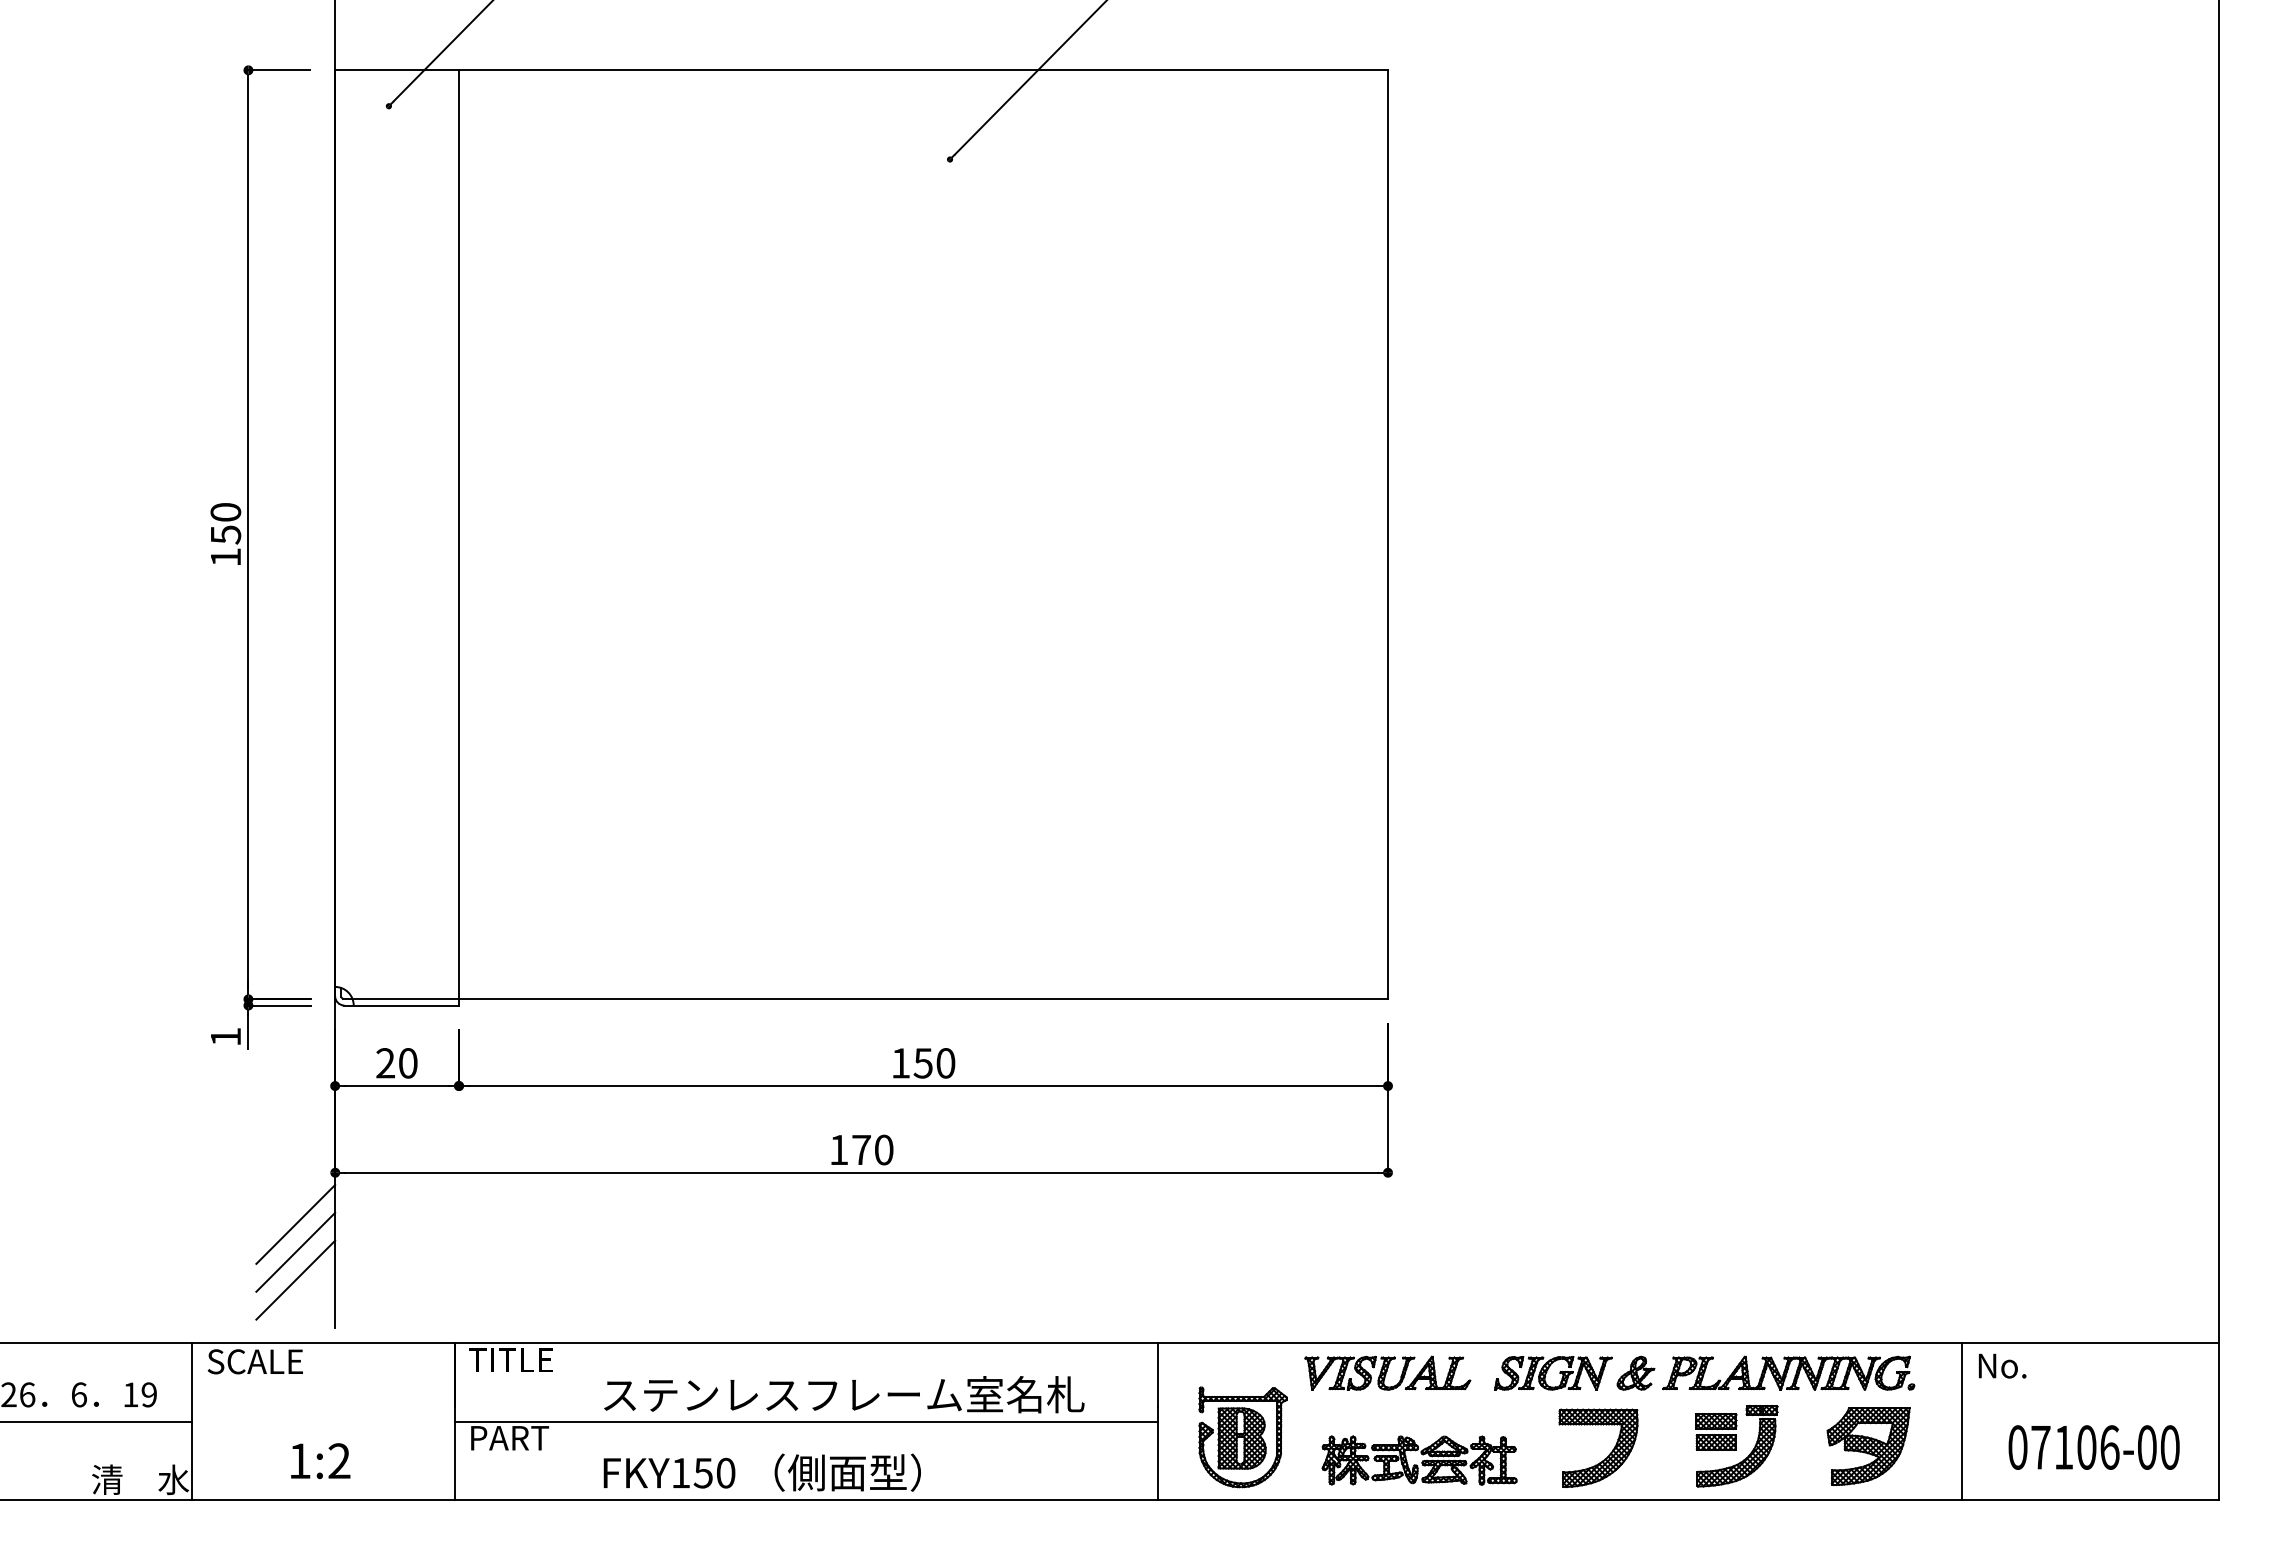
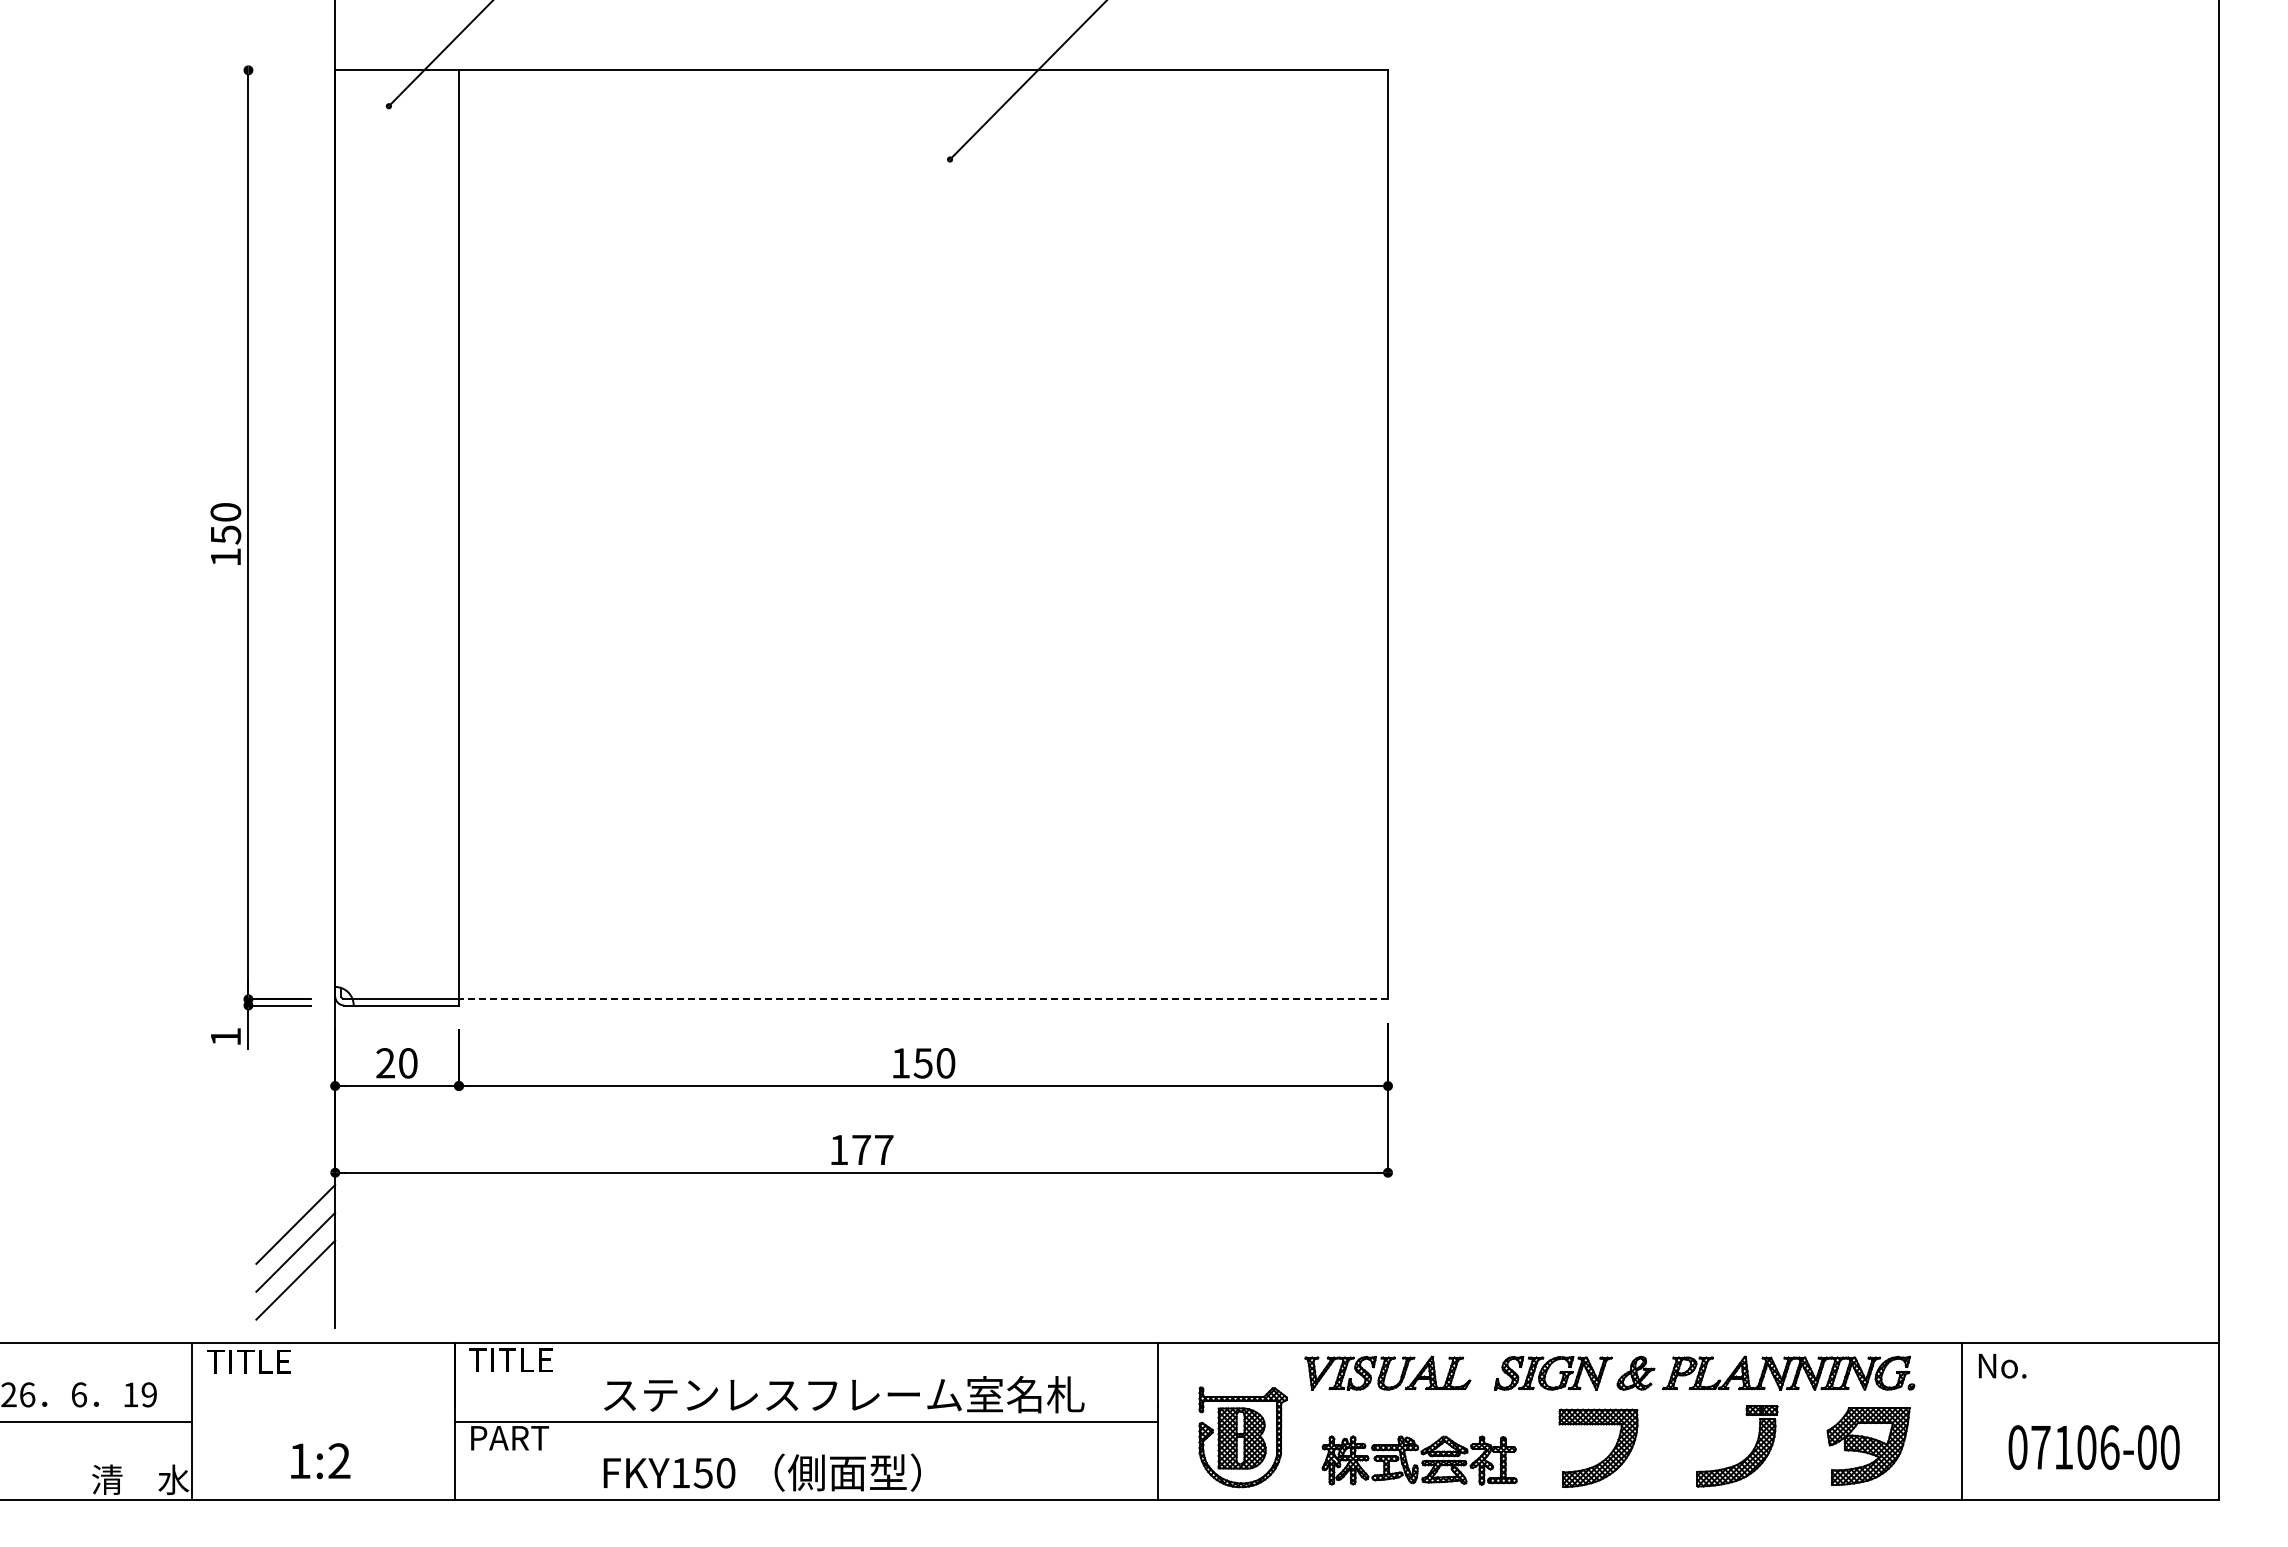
line at (279, 70): present -> none
line at (923, 999): solid -> dashed
text at (884, 1149): 170 -> 177
text at (254, 1361): SCALE -> TITLE
part at (1716, 1431): present -> none
